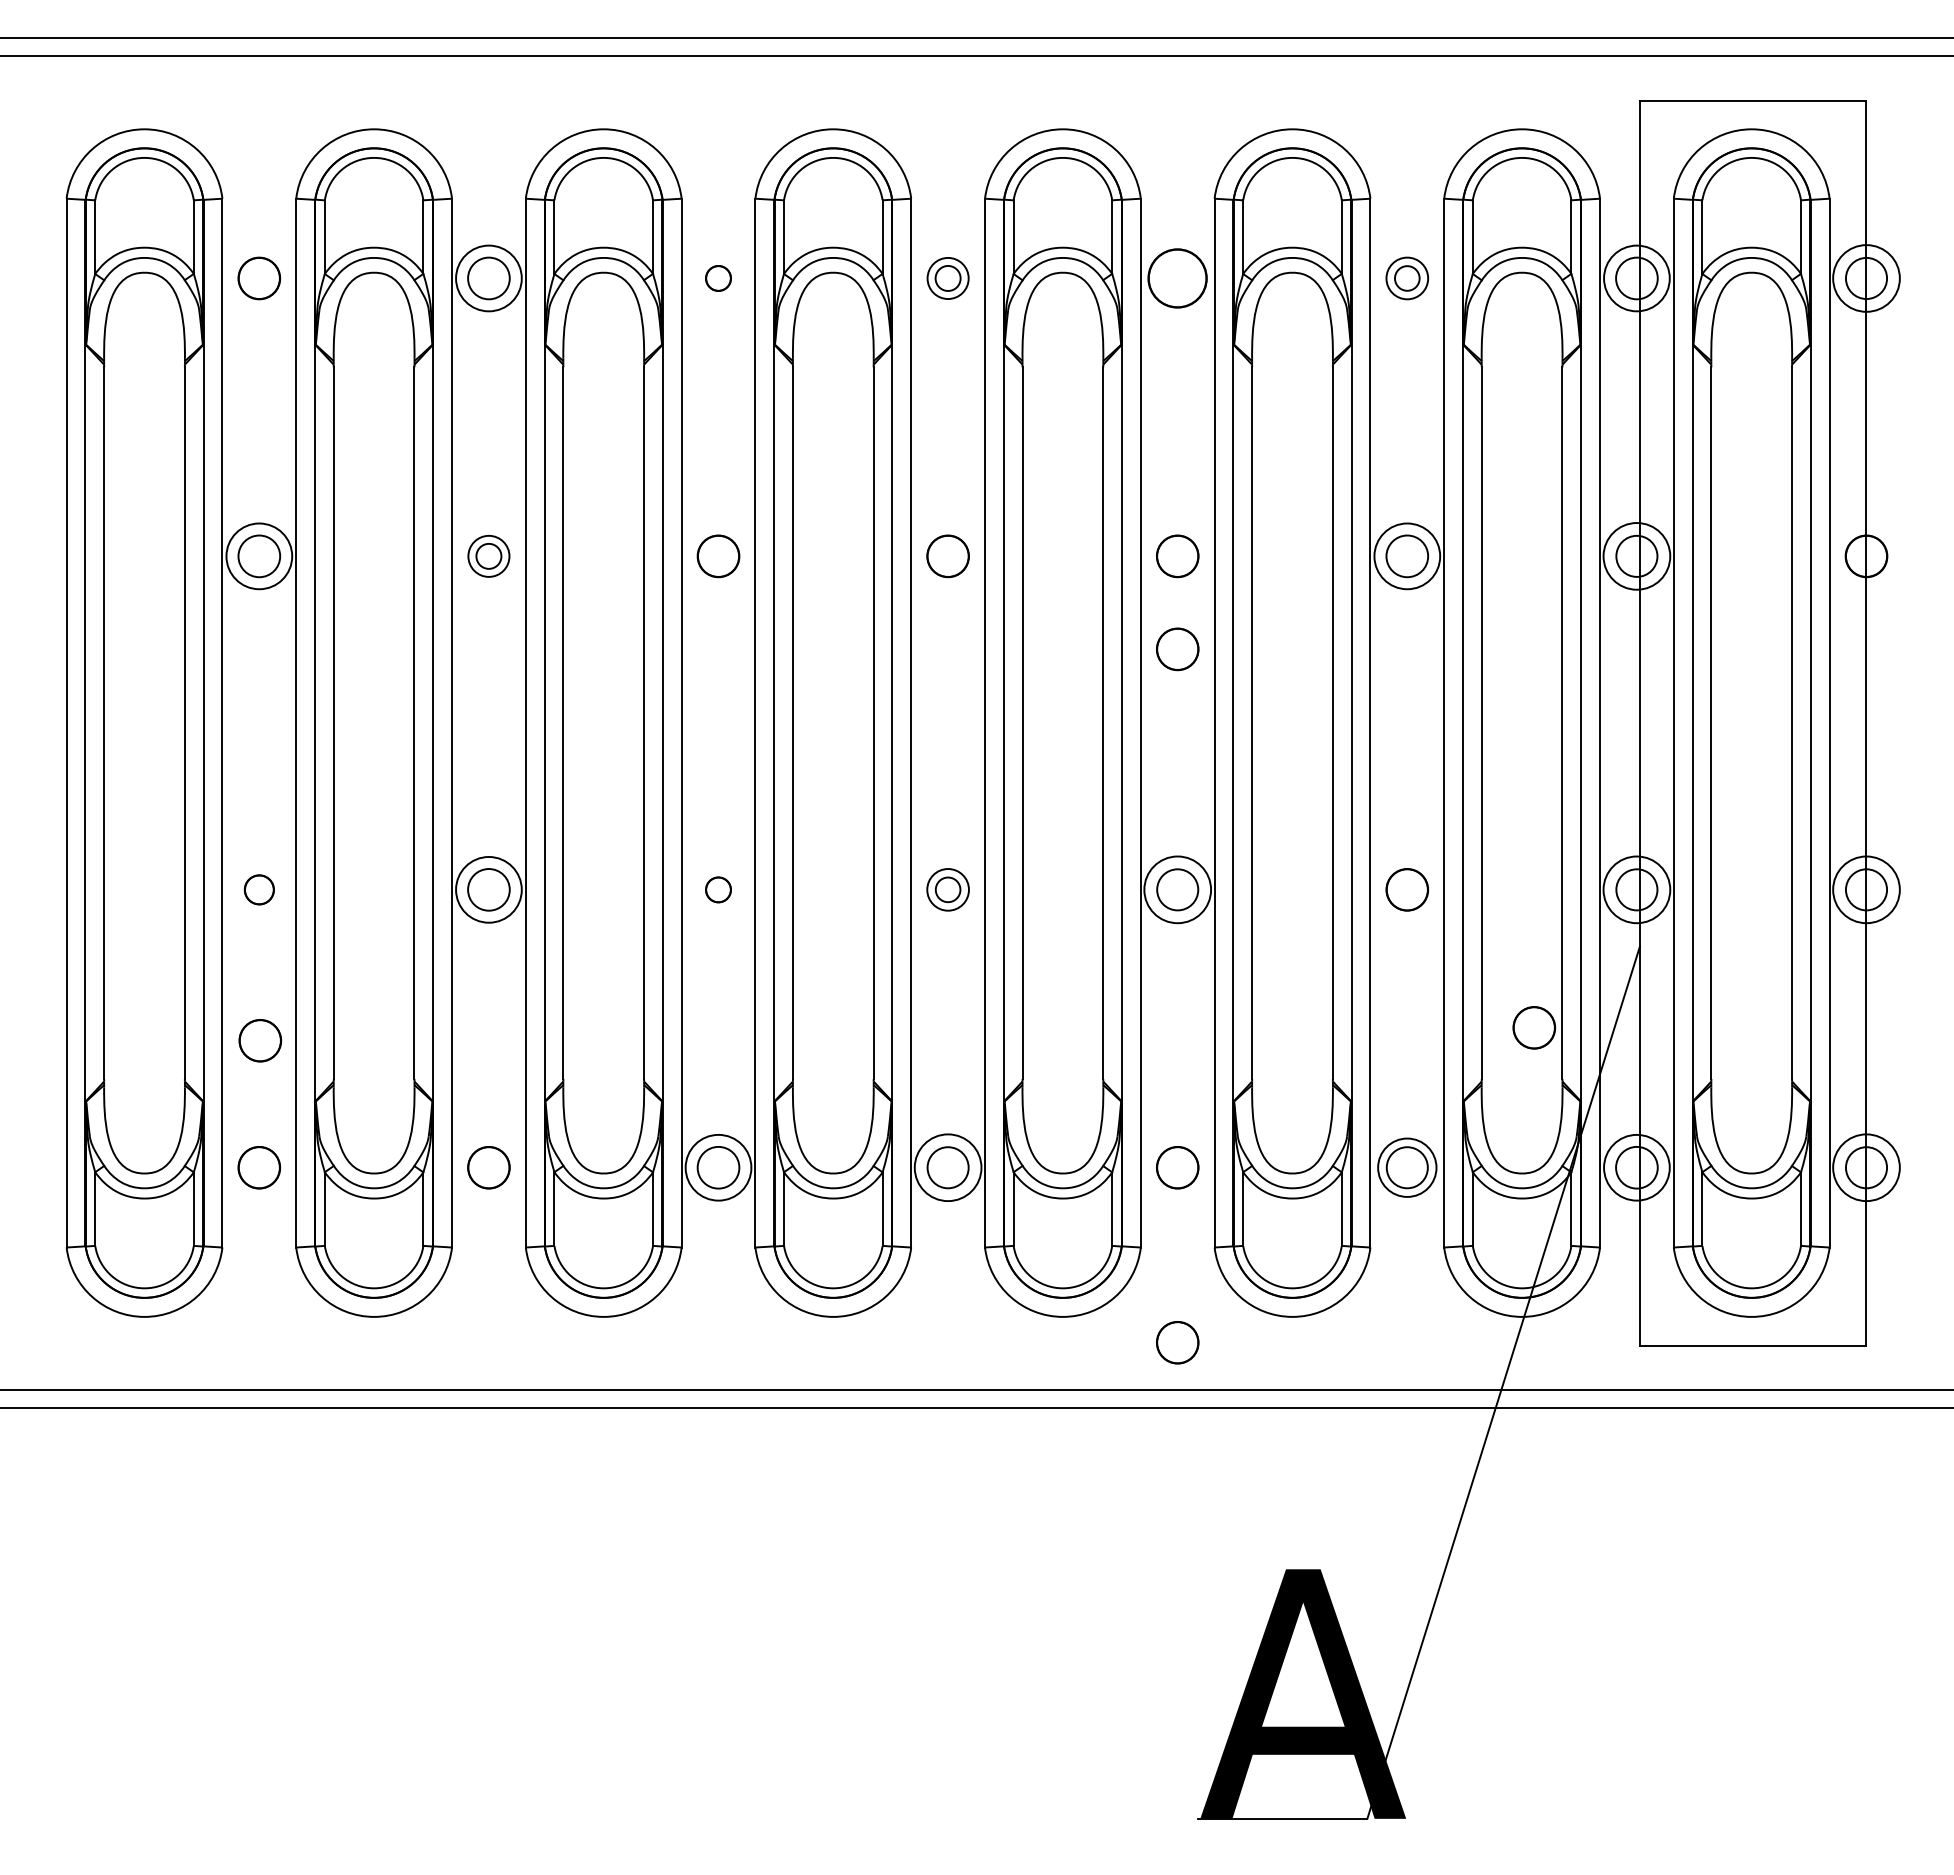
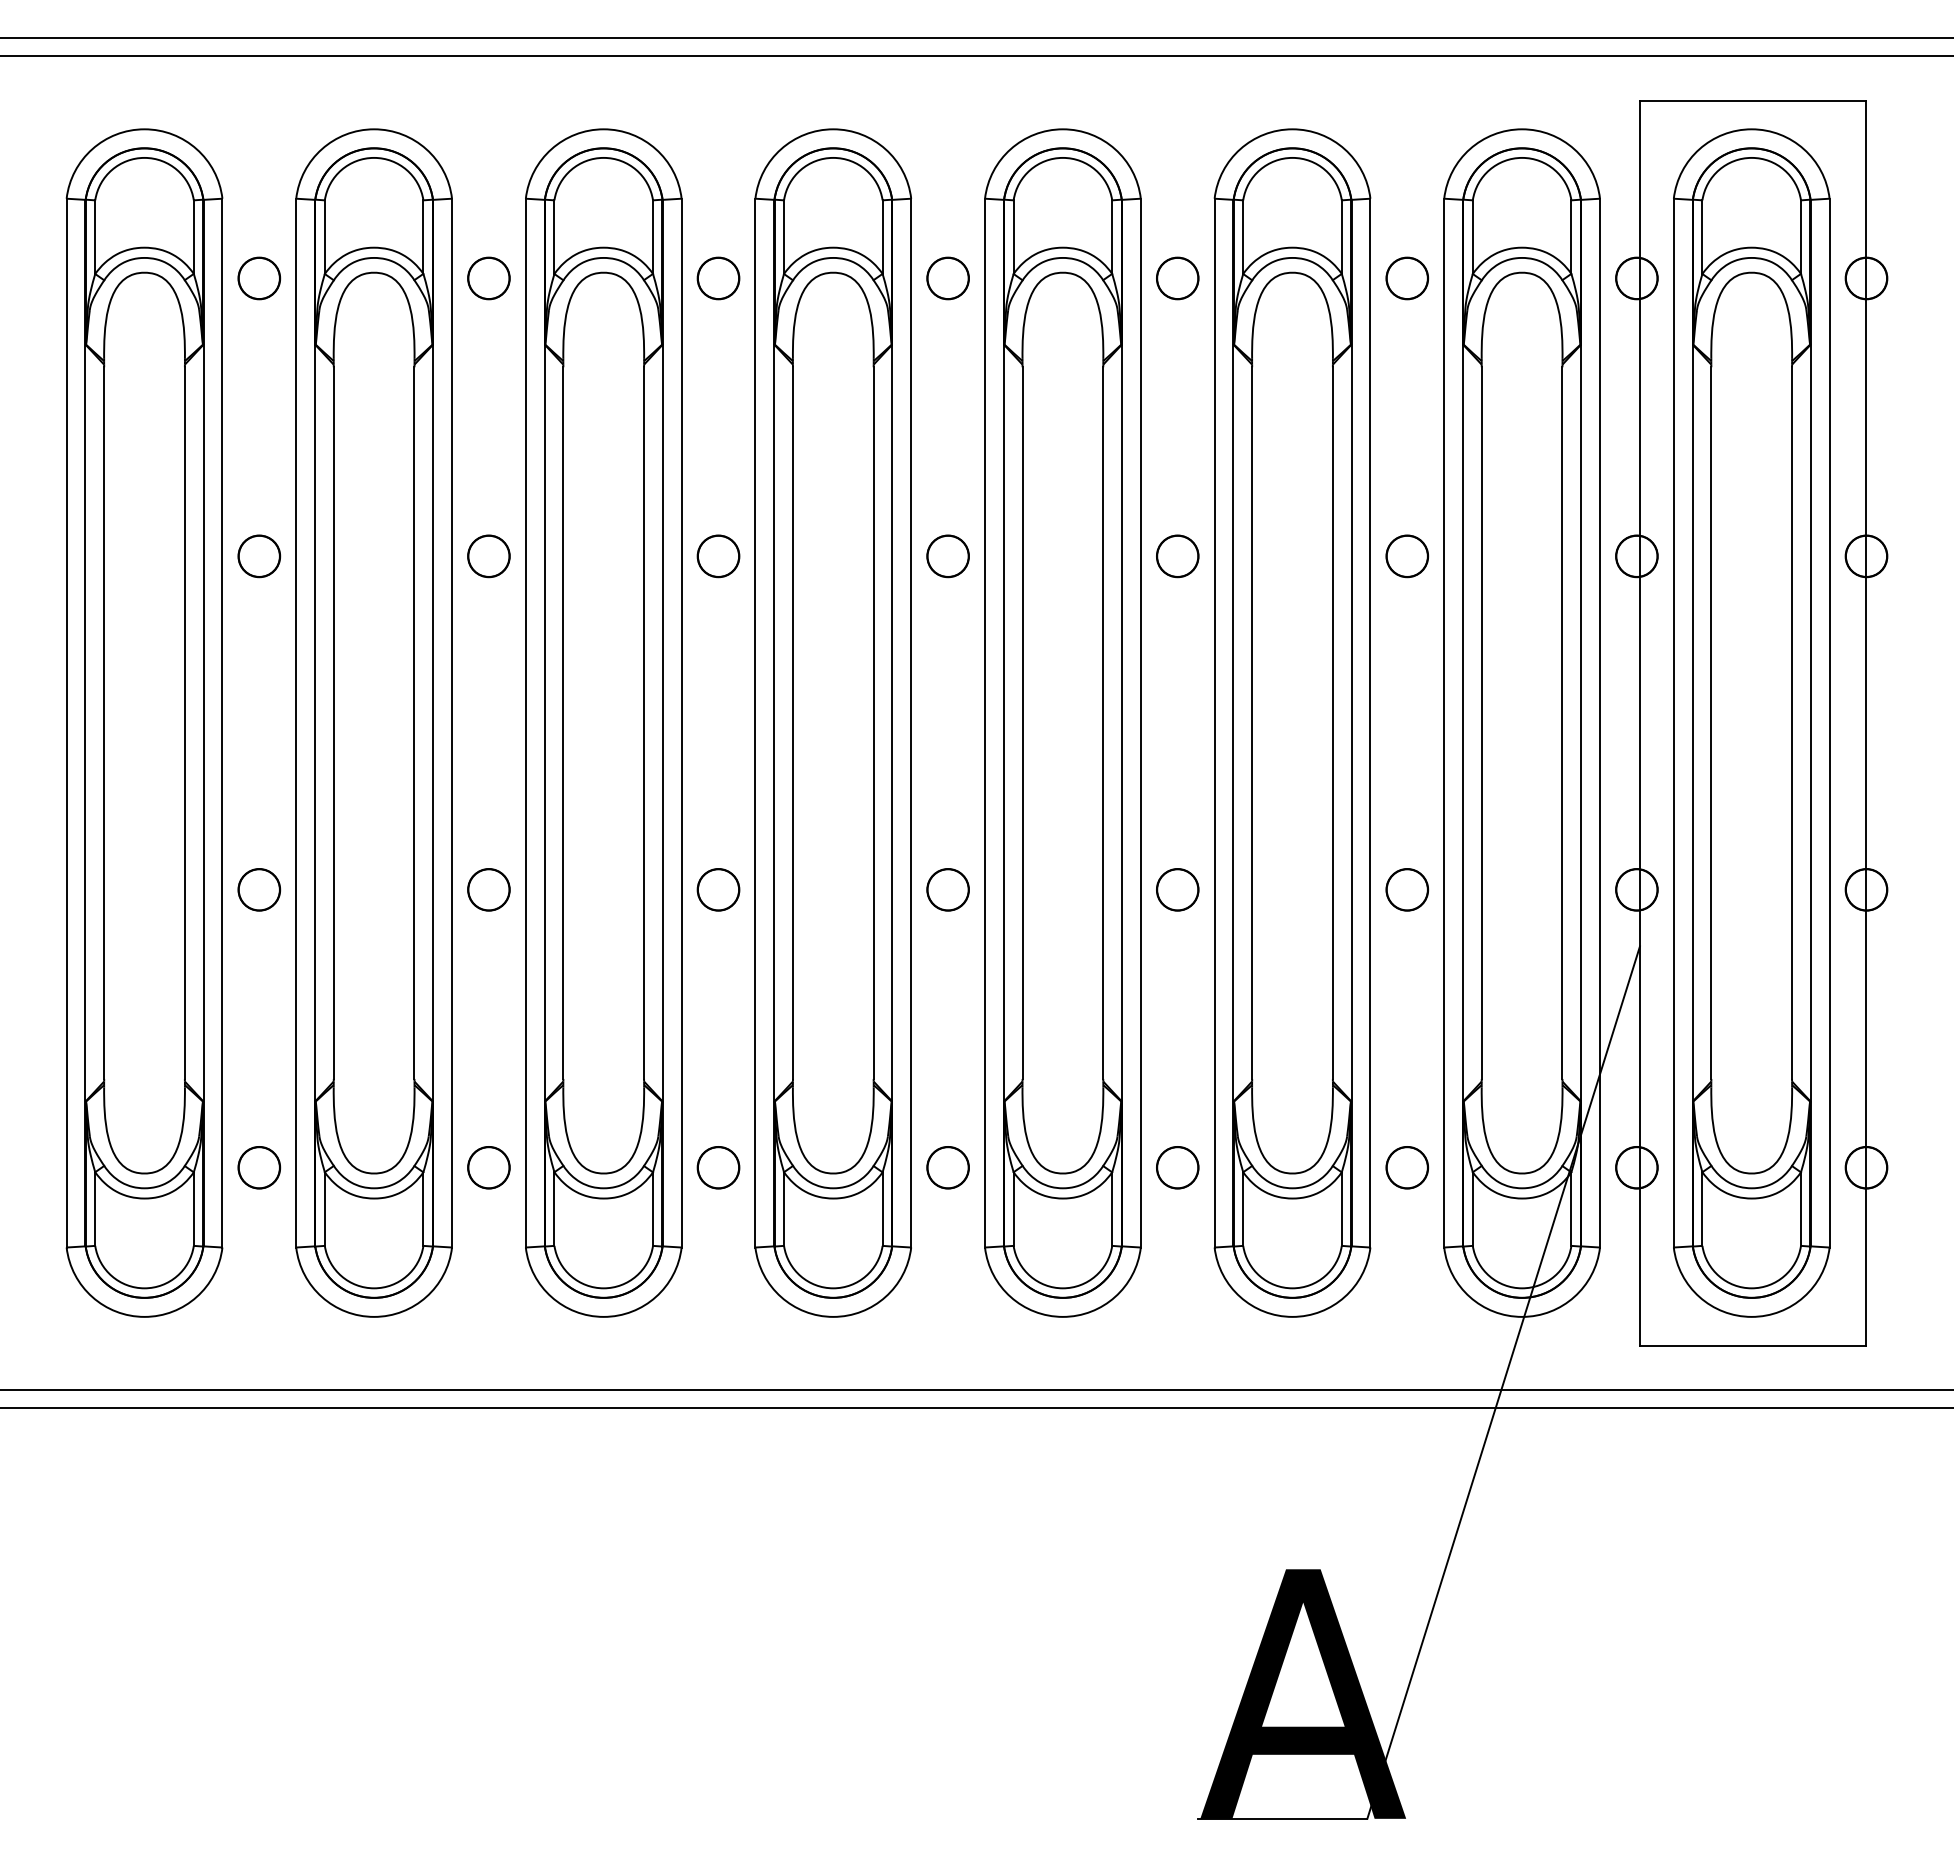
circle at (947, 277) diameter: 25 px -> 42 px
circle at (488, 278) diameter: 66 px -> 41 px
part at (718, 278) size: 27x27 px -> 45x45 px
part at (1177, 278) size: 61x61 px -> 44x45 px
circle at (1407, 278) diameter: 25 px -> 41 px
circle at (1636, 278) diameter: 66 px -> 41 px
circle at (1866, 278) diameter: 67 px -> 42 px
circle at (488, 555) diameter: 25 px -> 42 px
circle at (259, 556) diameter: 66 px -> 41 px
circle at (1407, 556) diameter: 66 px -> 41 px
circle at (1636, 556) diameter: 67 px -> 42 px
part at (1177, 649): present -> none
part at (258, 889) size: 32x32 px -> 45x44 px
circle at (488, 889) diameter: 66 px -> 41 px
part at (718, 889) size: 27x28 px -> 45x44 px
circle at (947, 889) diameter: 25 px -> 41 px
circle at (1177, 889) diameter: 67 px -> 42 px
circle at (1636, 889) diameter: 67 px -> 42 px
circle at (1866, 889) diameter: 67 px -> 42 px
circle at (1533, 1027): present -> none
part at (260, 1040): present -> none
circle at (718, 1167) diameter: 66 px -> 41 px
circle at (947, 1167) diameter: 67 px -> 42 px
circle at (1407, 1167) diameter: 58 px -> 42 px
circle at (1636, 1167) diameter: 66 px -> 41 px
circle at (1866, 1167) diameter: 67 px -> 42 px
circle at (1177, 1342): present -> none
